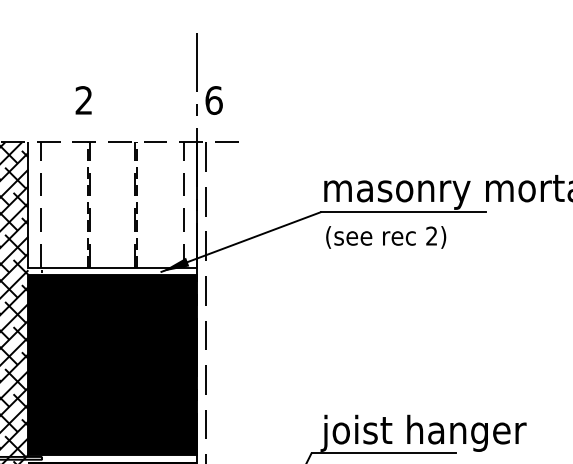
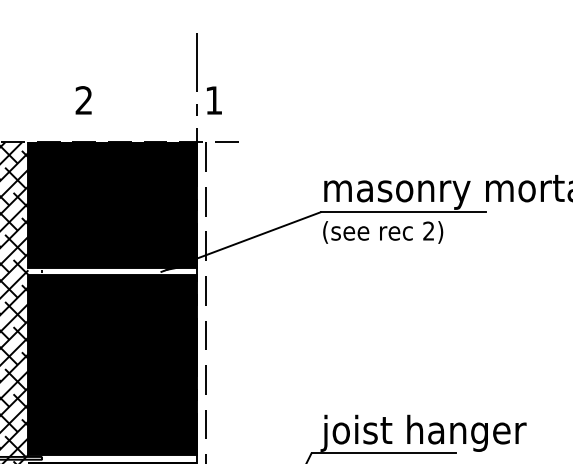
text at (213, 100): 6 -> 1
fill at (112, 204): none -> present
text at (386, 237) position: (386, 237) -> (383, 232)
